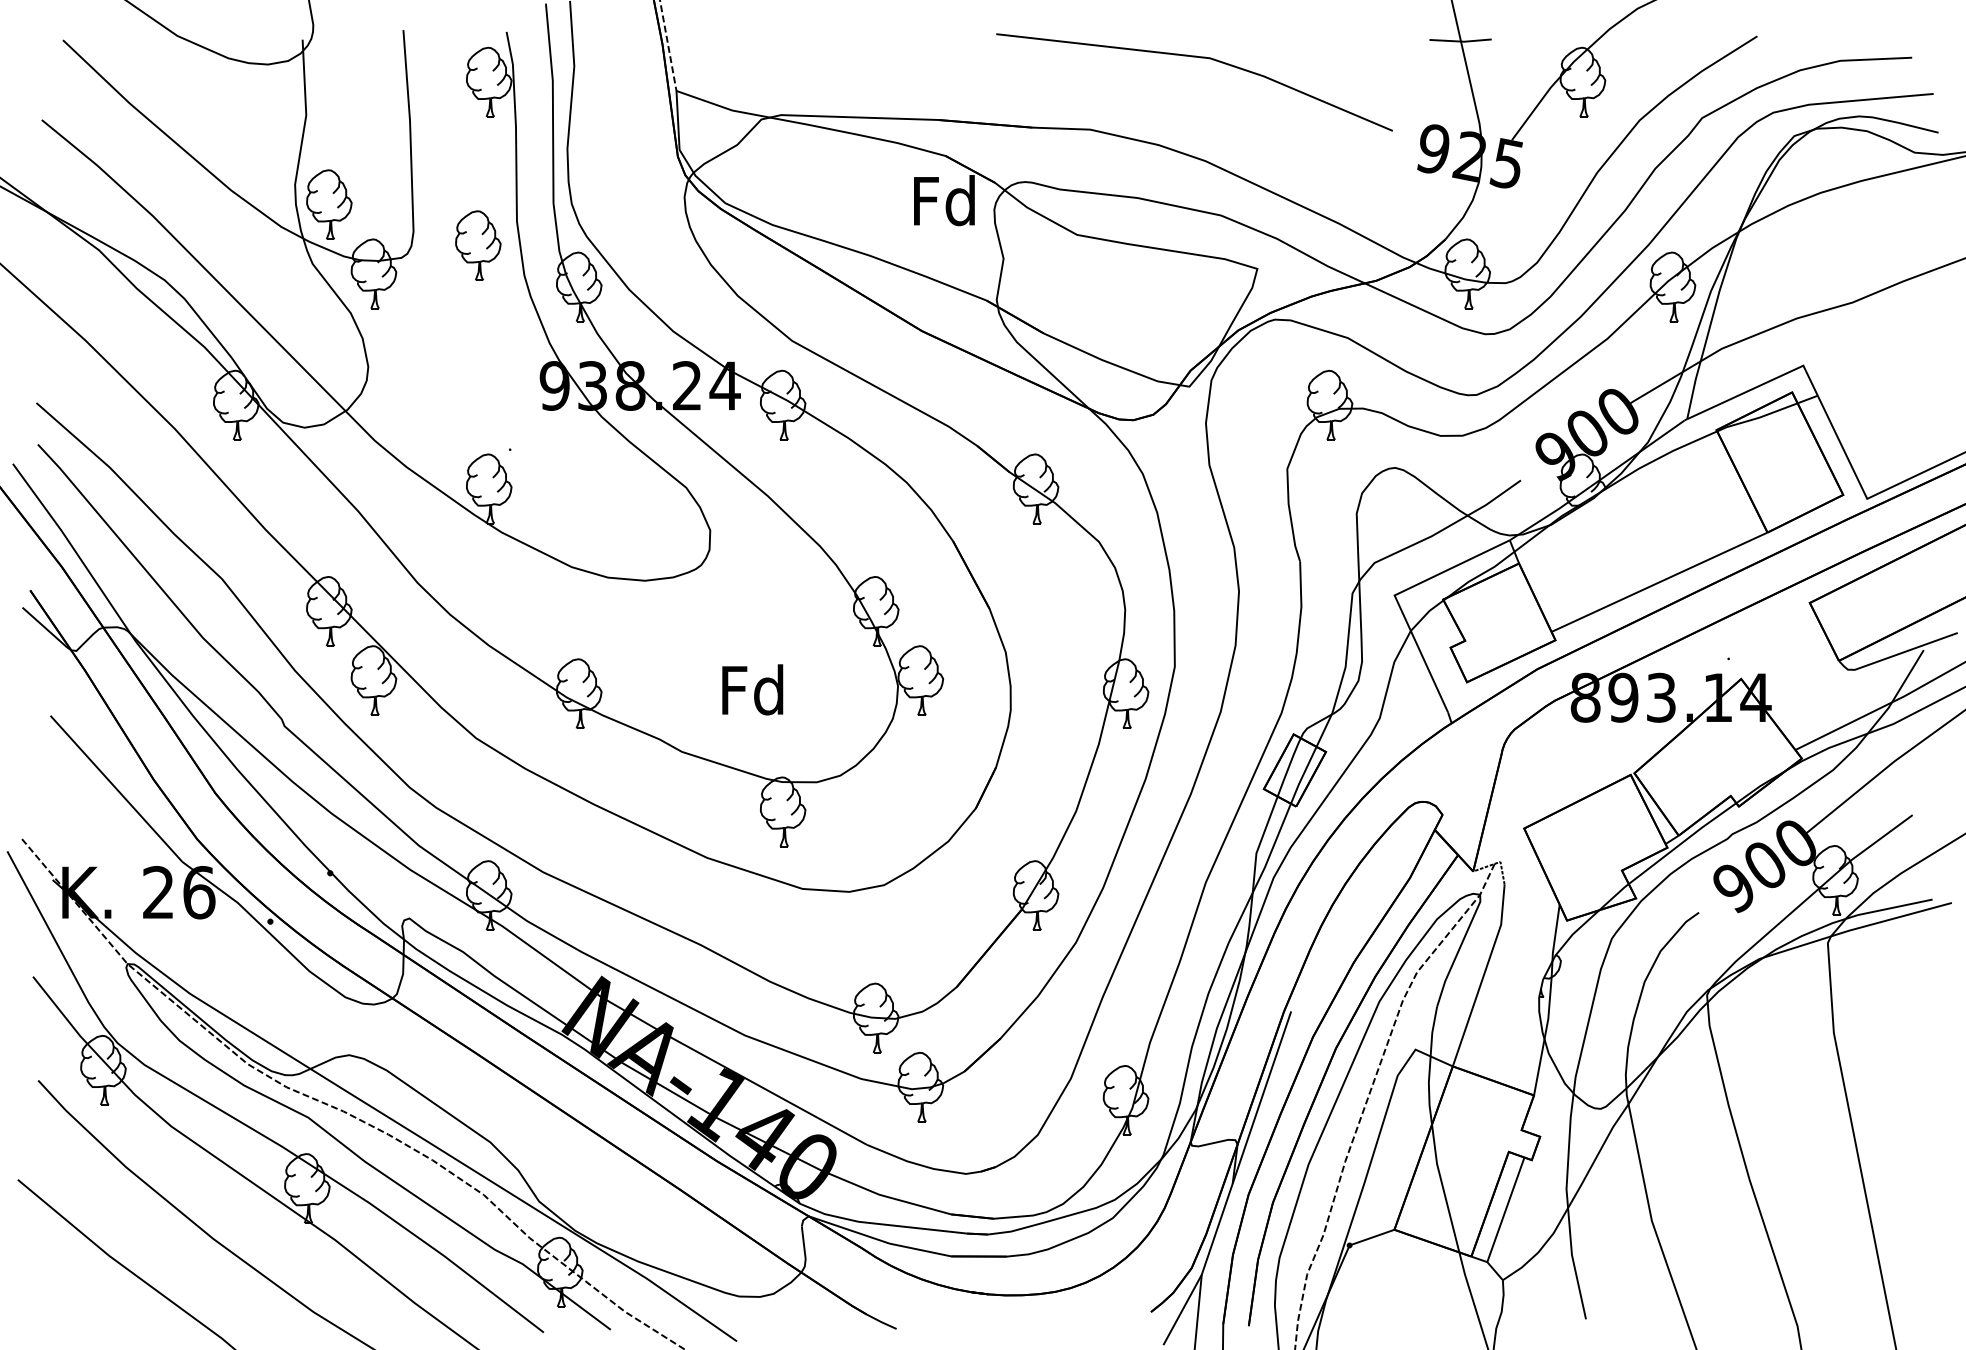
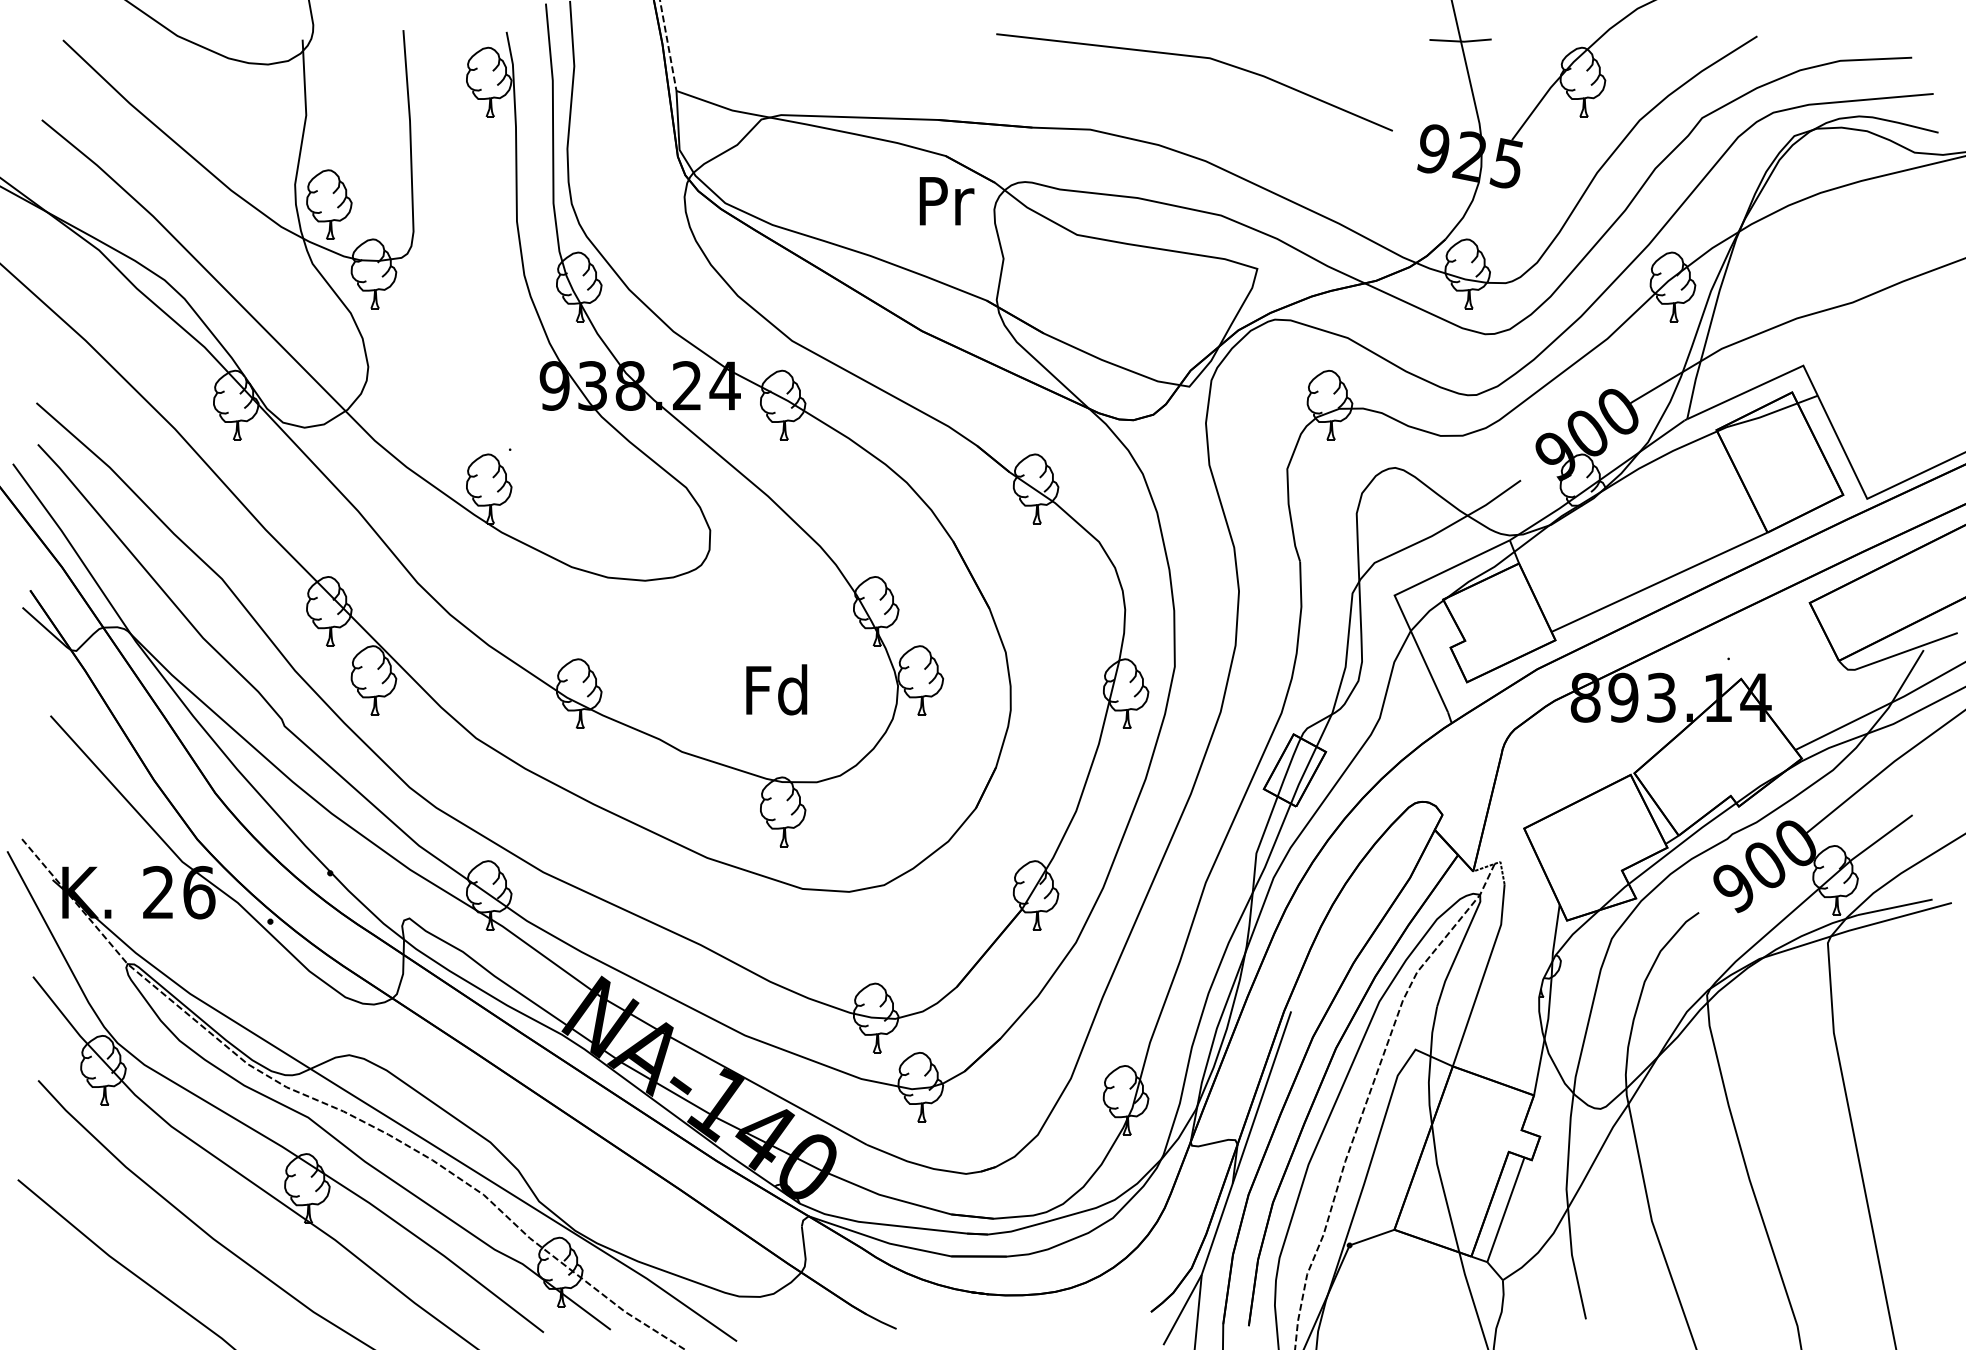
text at (944, 200): Fd -> Pr
part at (478, 245): present -> none
text at (752, 689) position: (752, 689) -> (776, 689)
